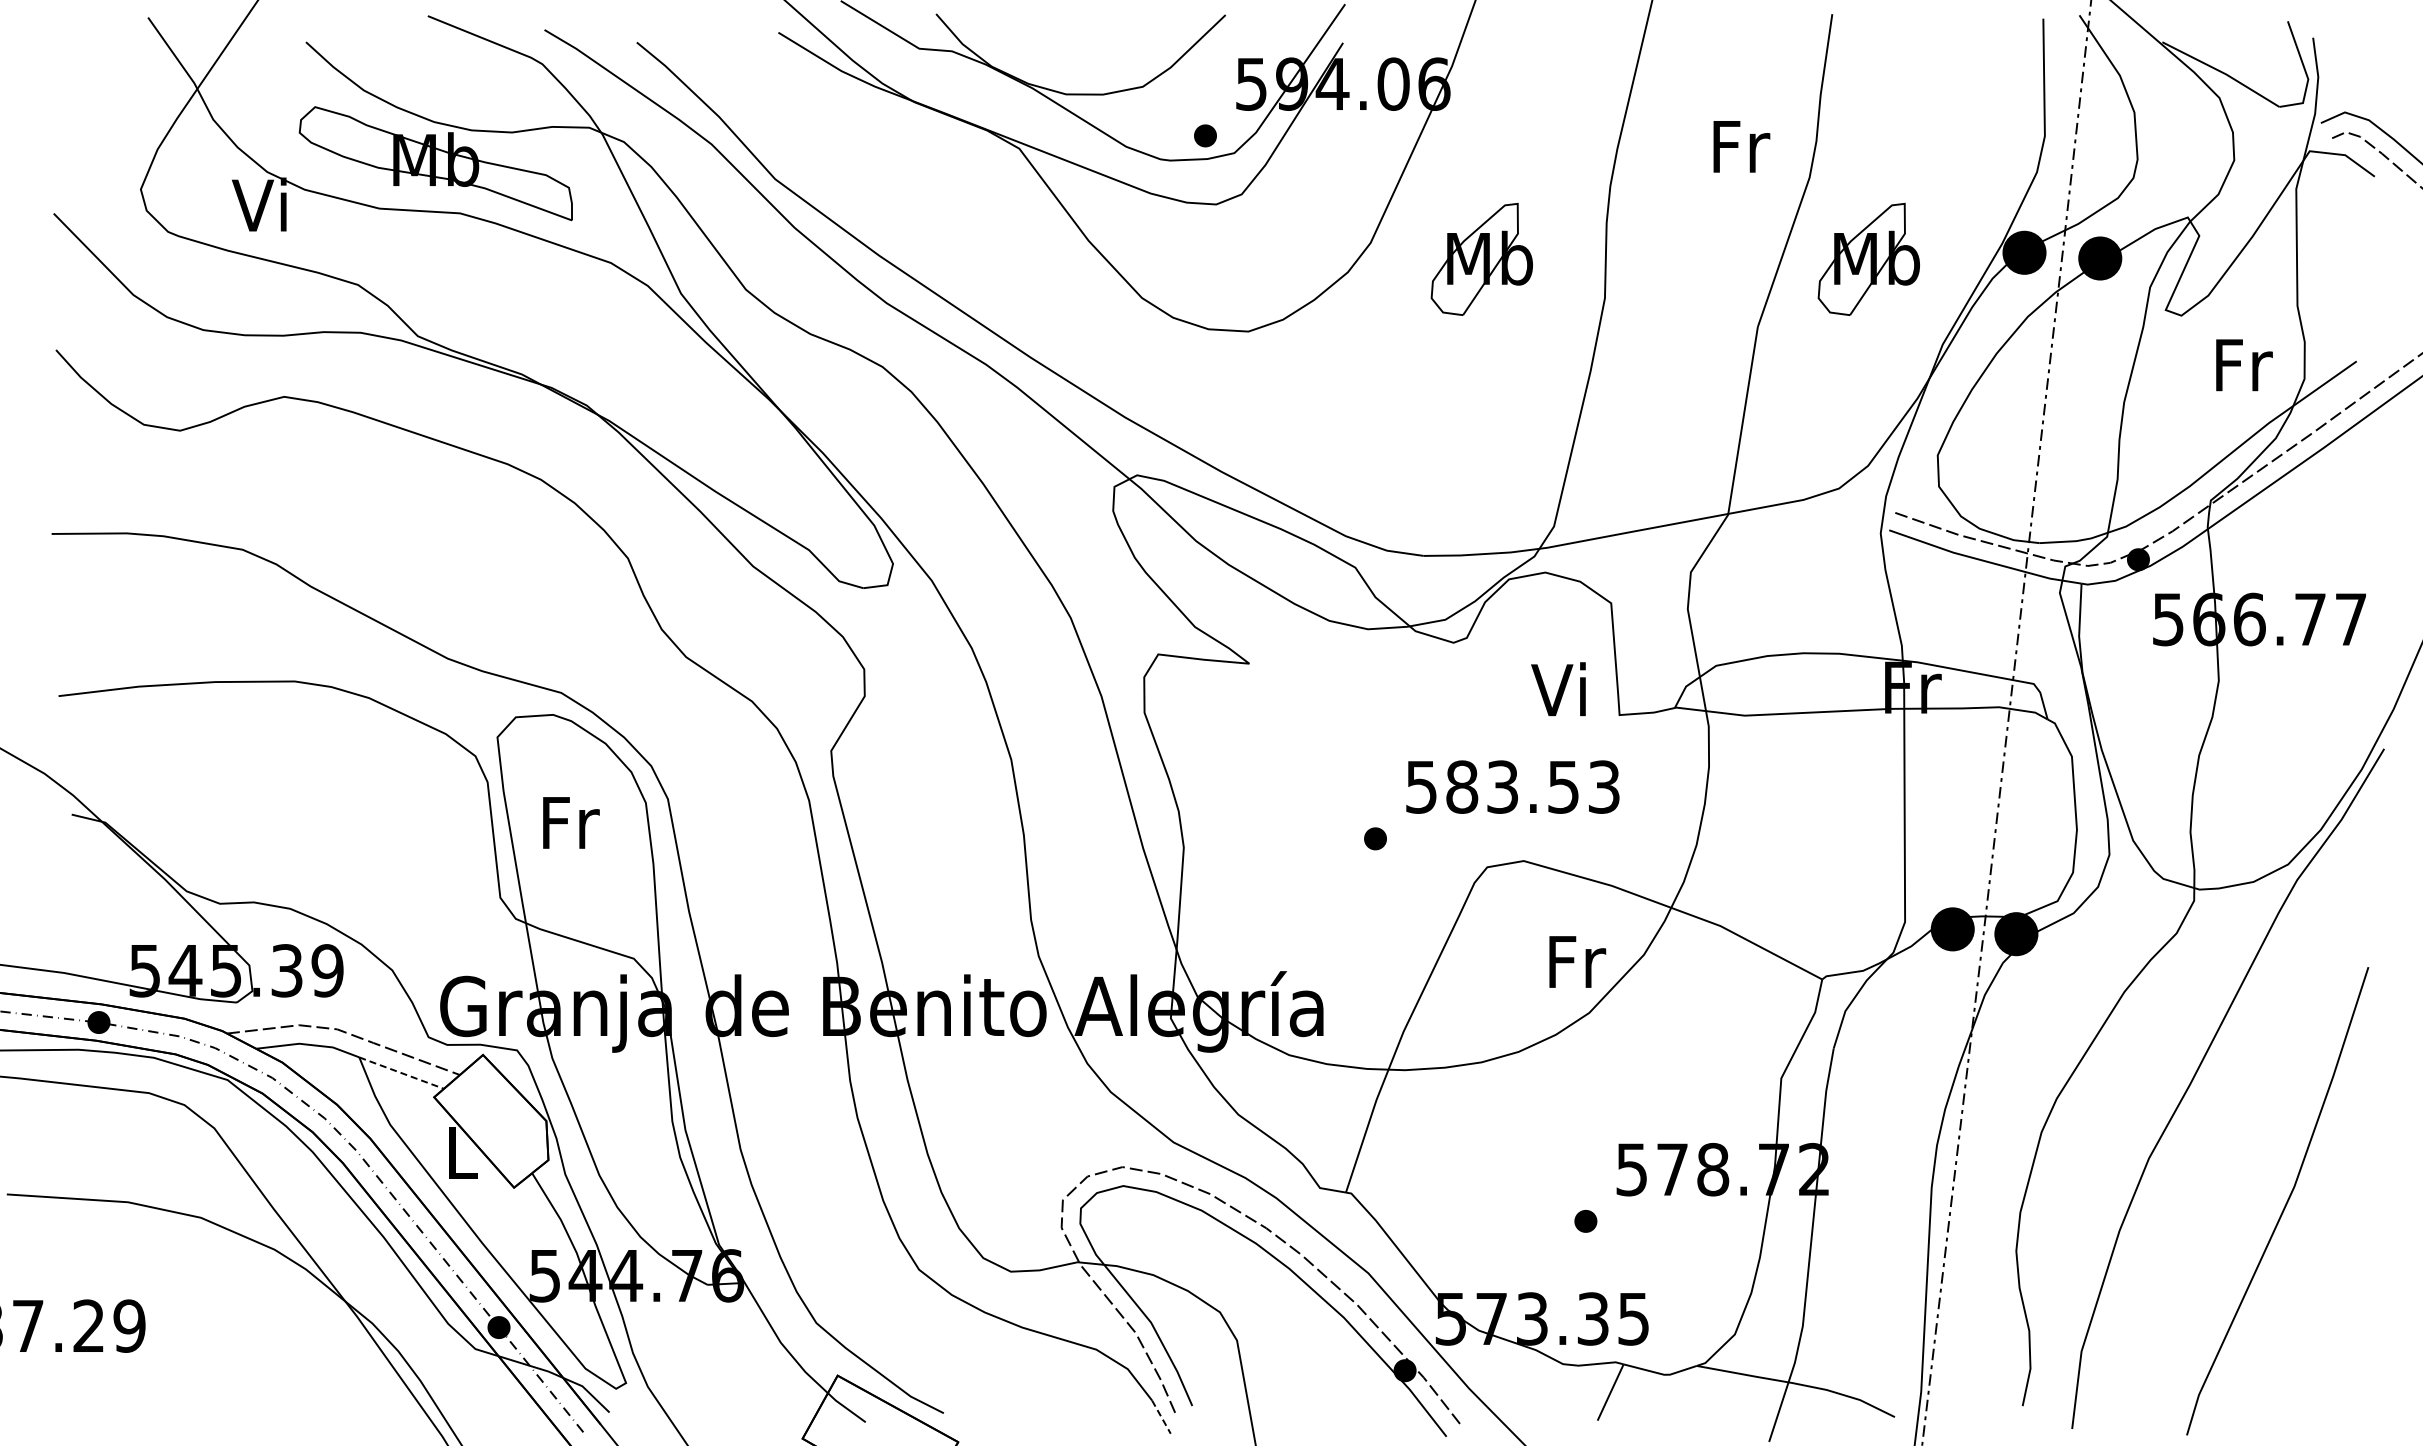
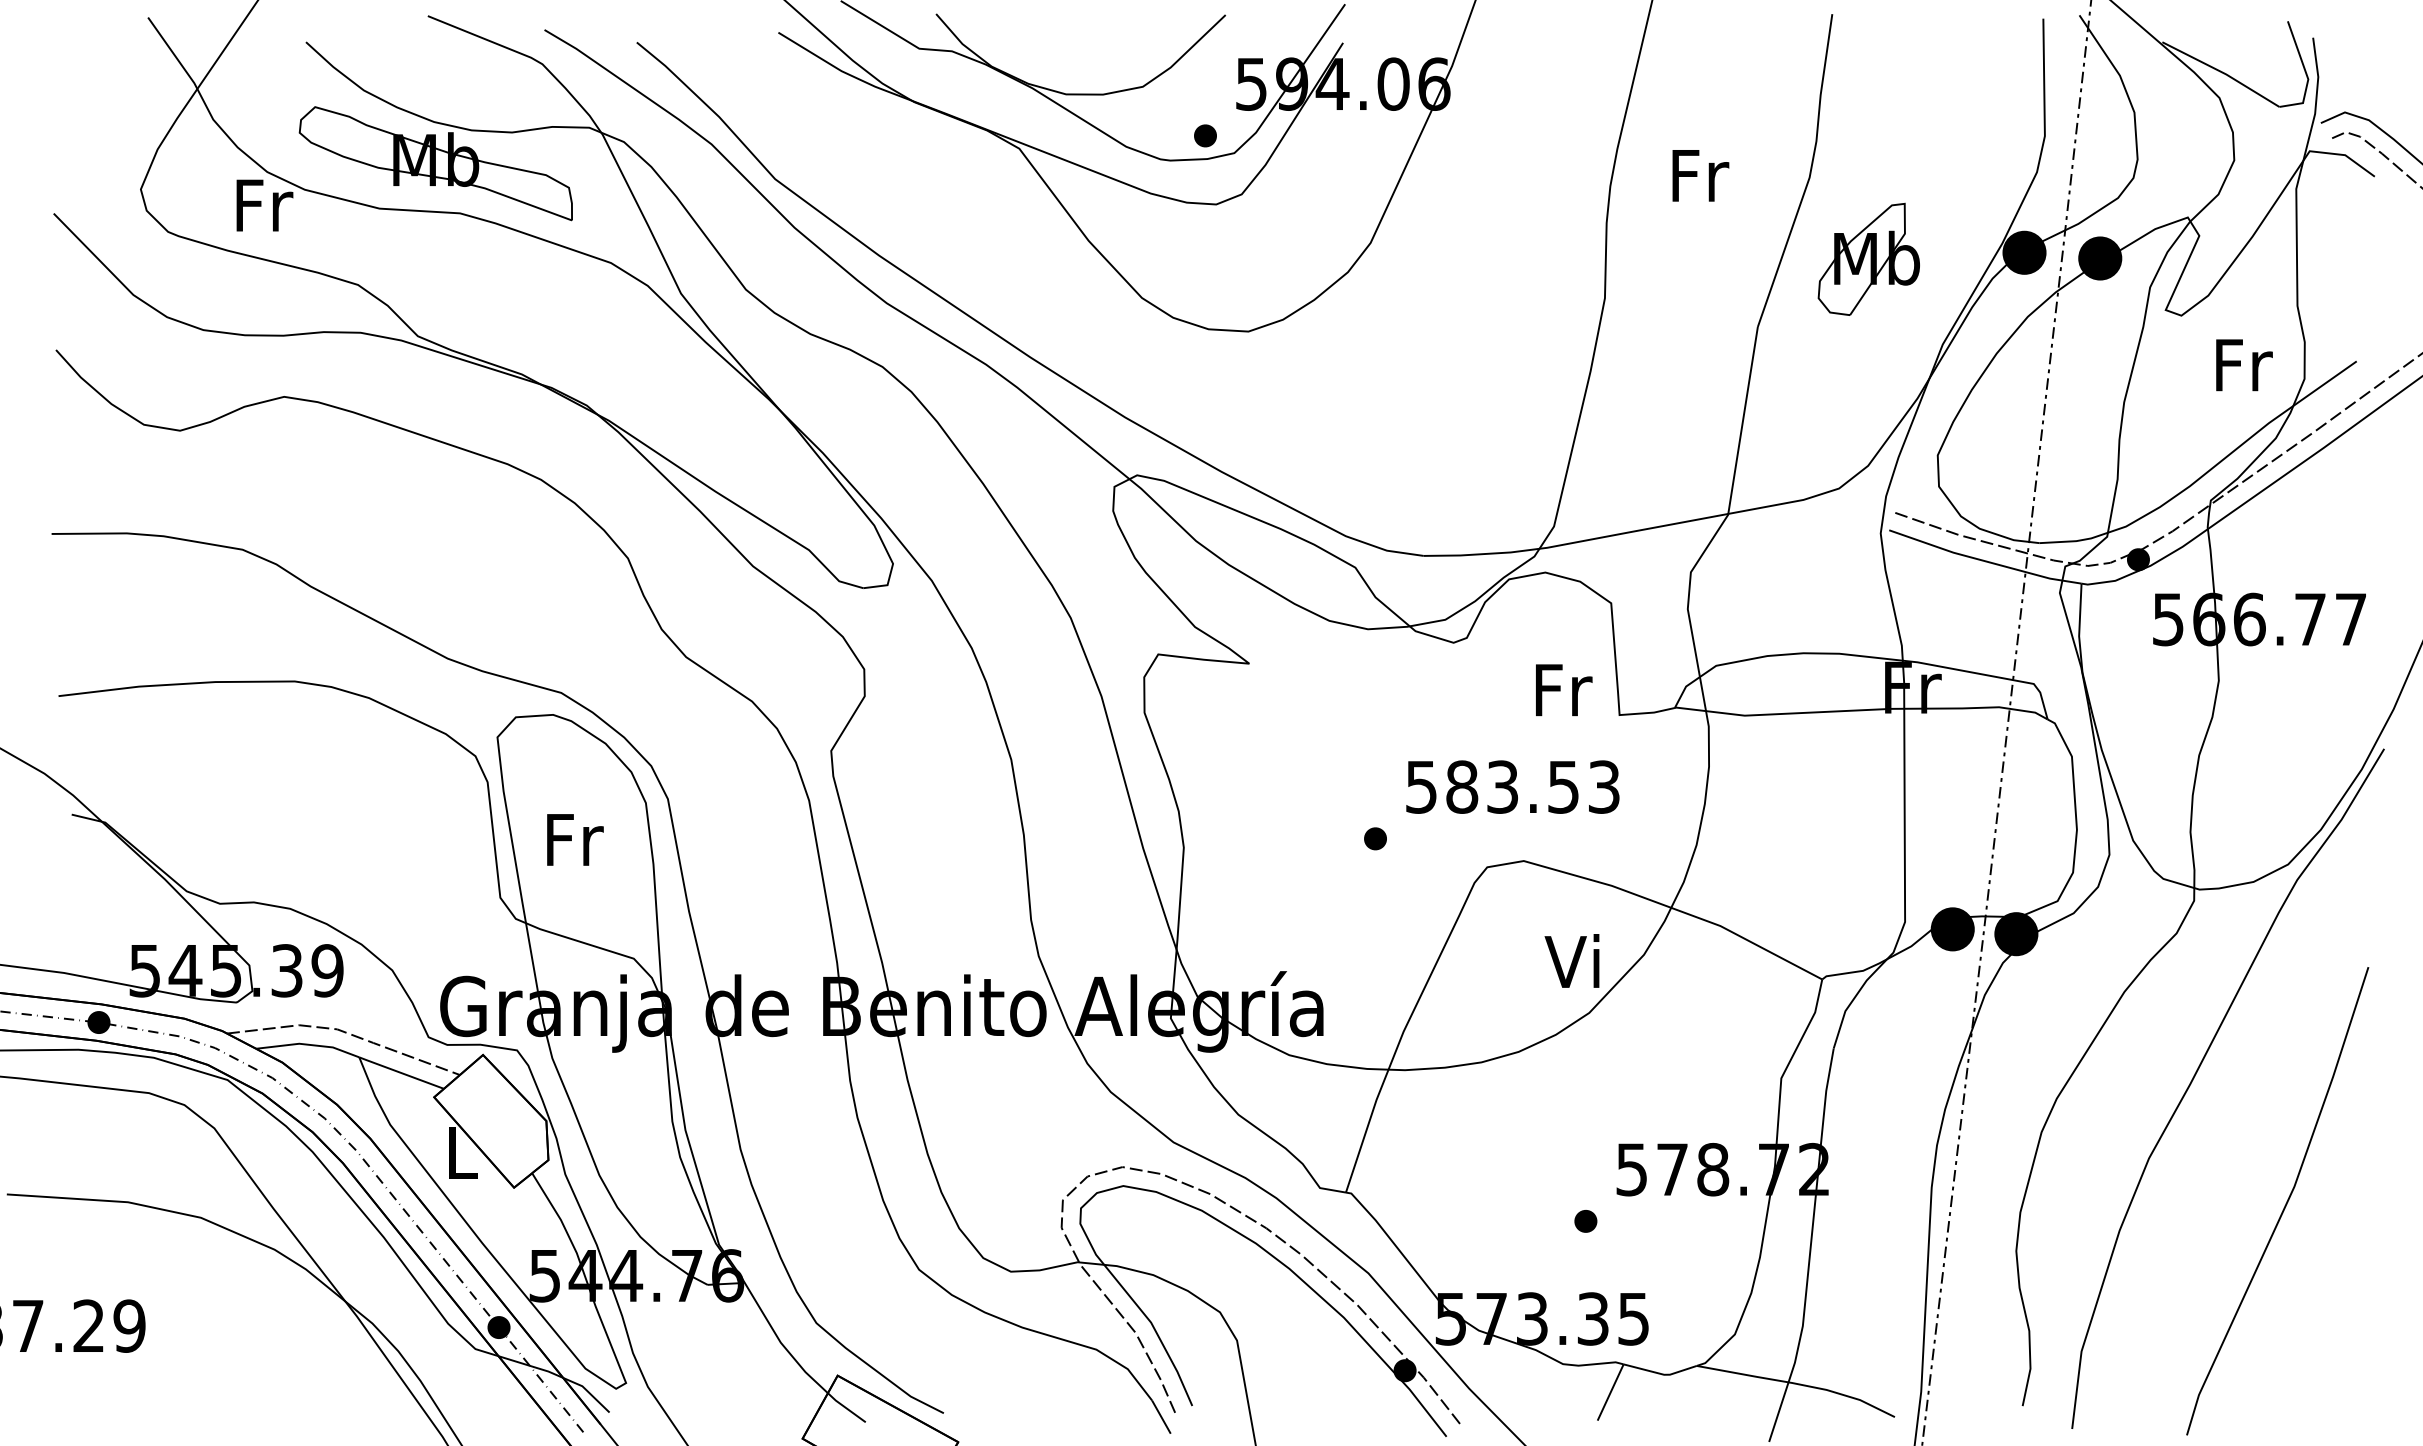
text at (1741, 146) position: (1741, 146) -> (1700, 175)
text at (262, 204): Vi -> Fr
part at (1481, 258): present -> none
text at (1561, 689): Vi -> Fr
text at (571, 822) position: (571, 822) -> (575, 839)
text at (1575, 960): Fr -> Vi
line at (401, 1072): dashed -> solid
line at (1161, 1417): dashed -> solid
